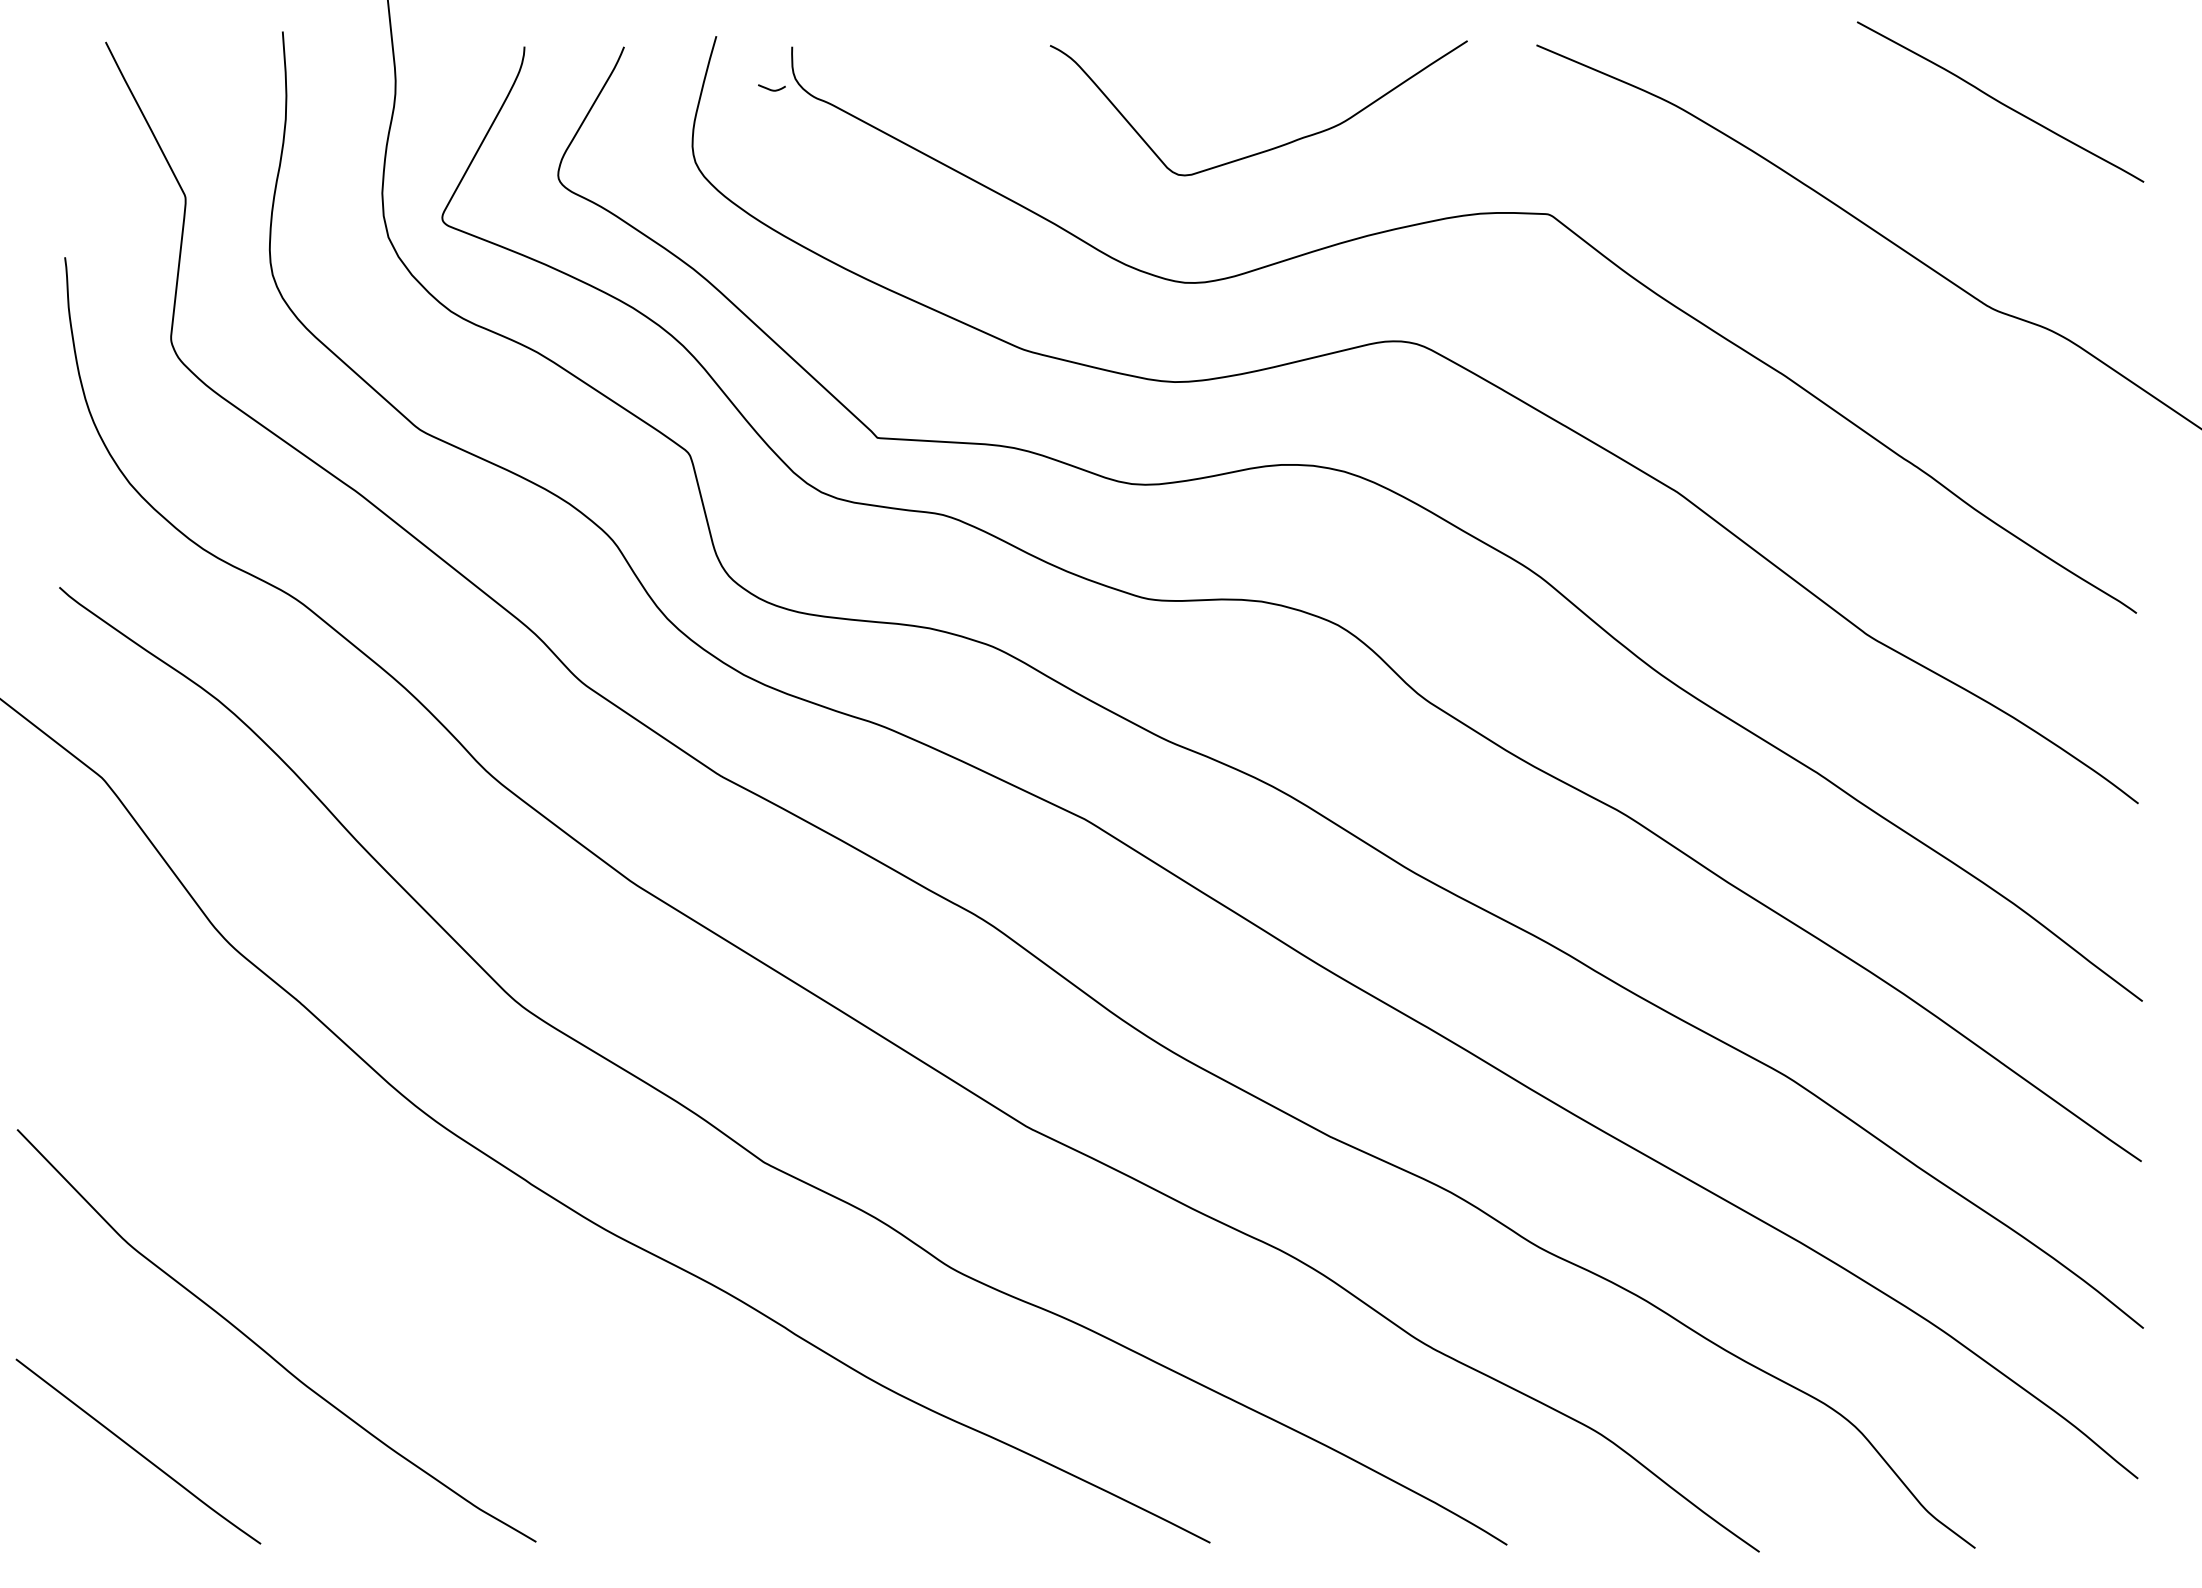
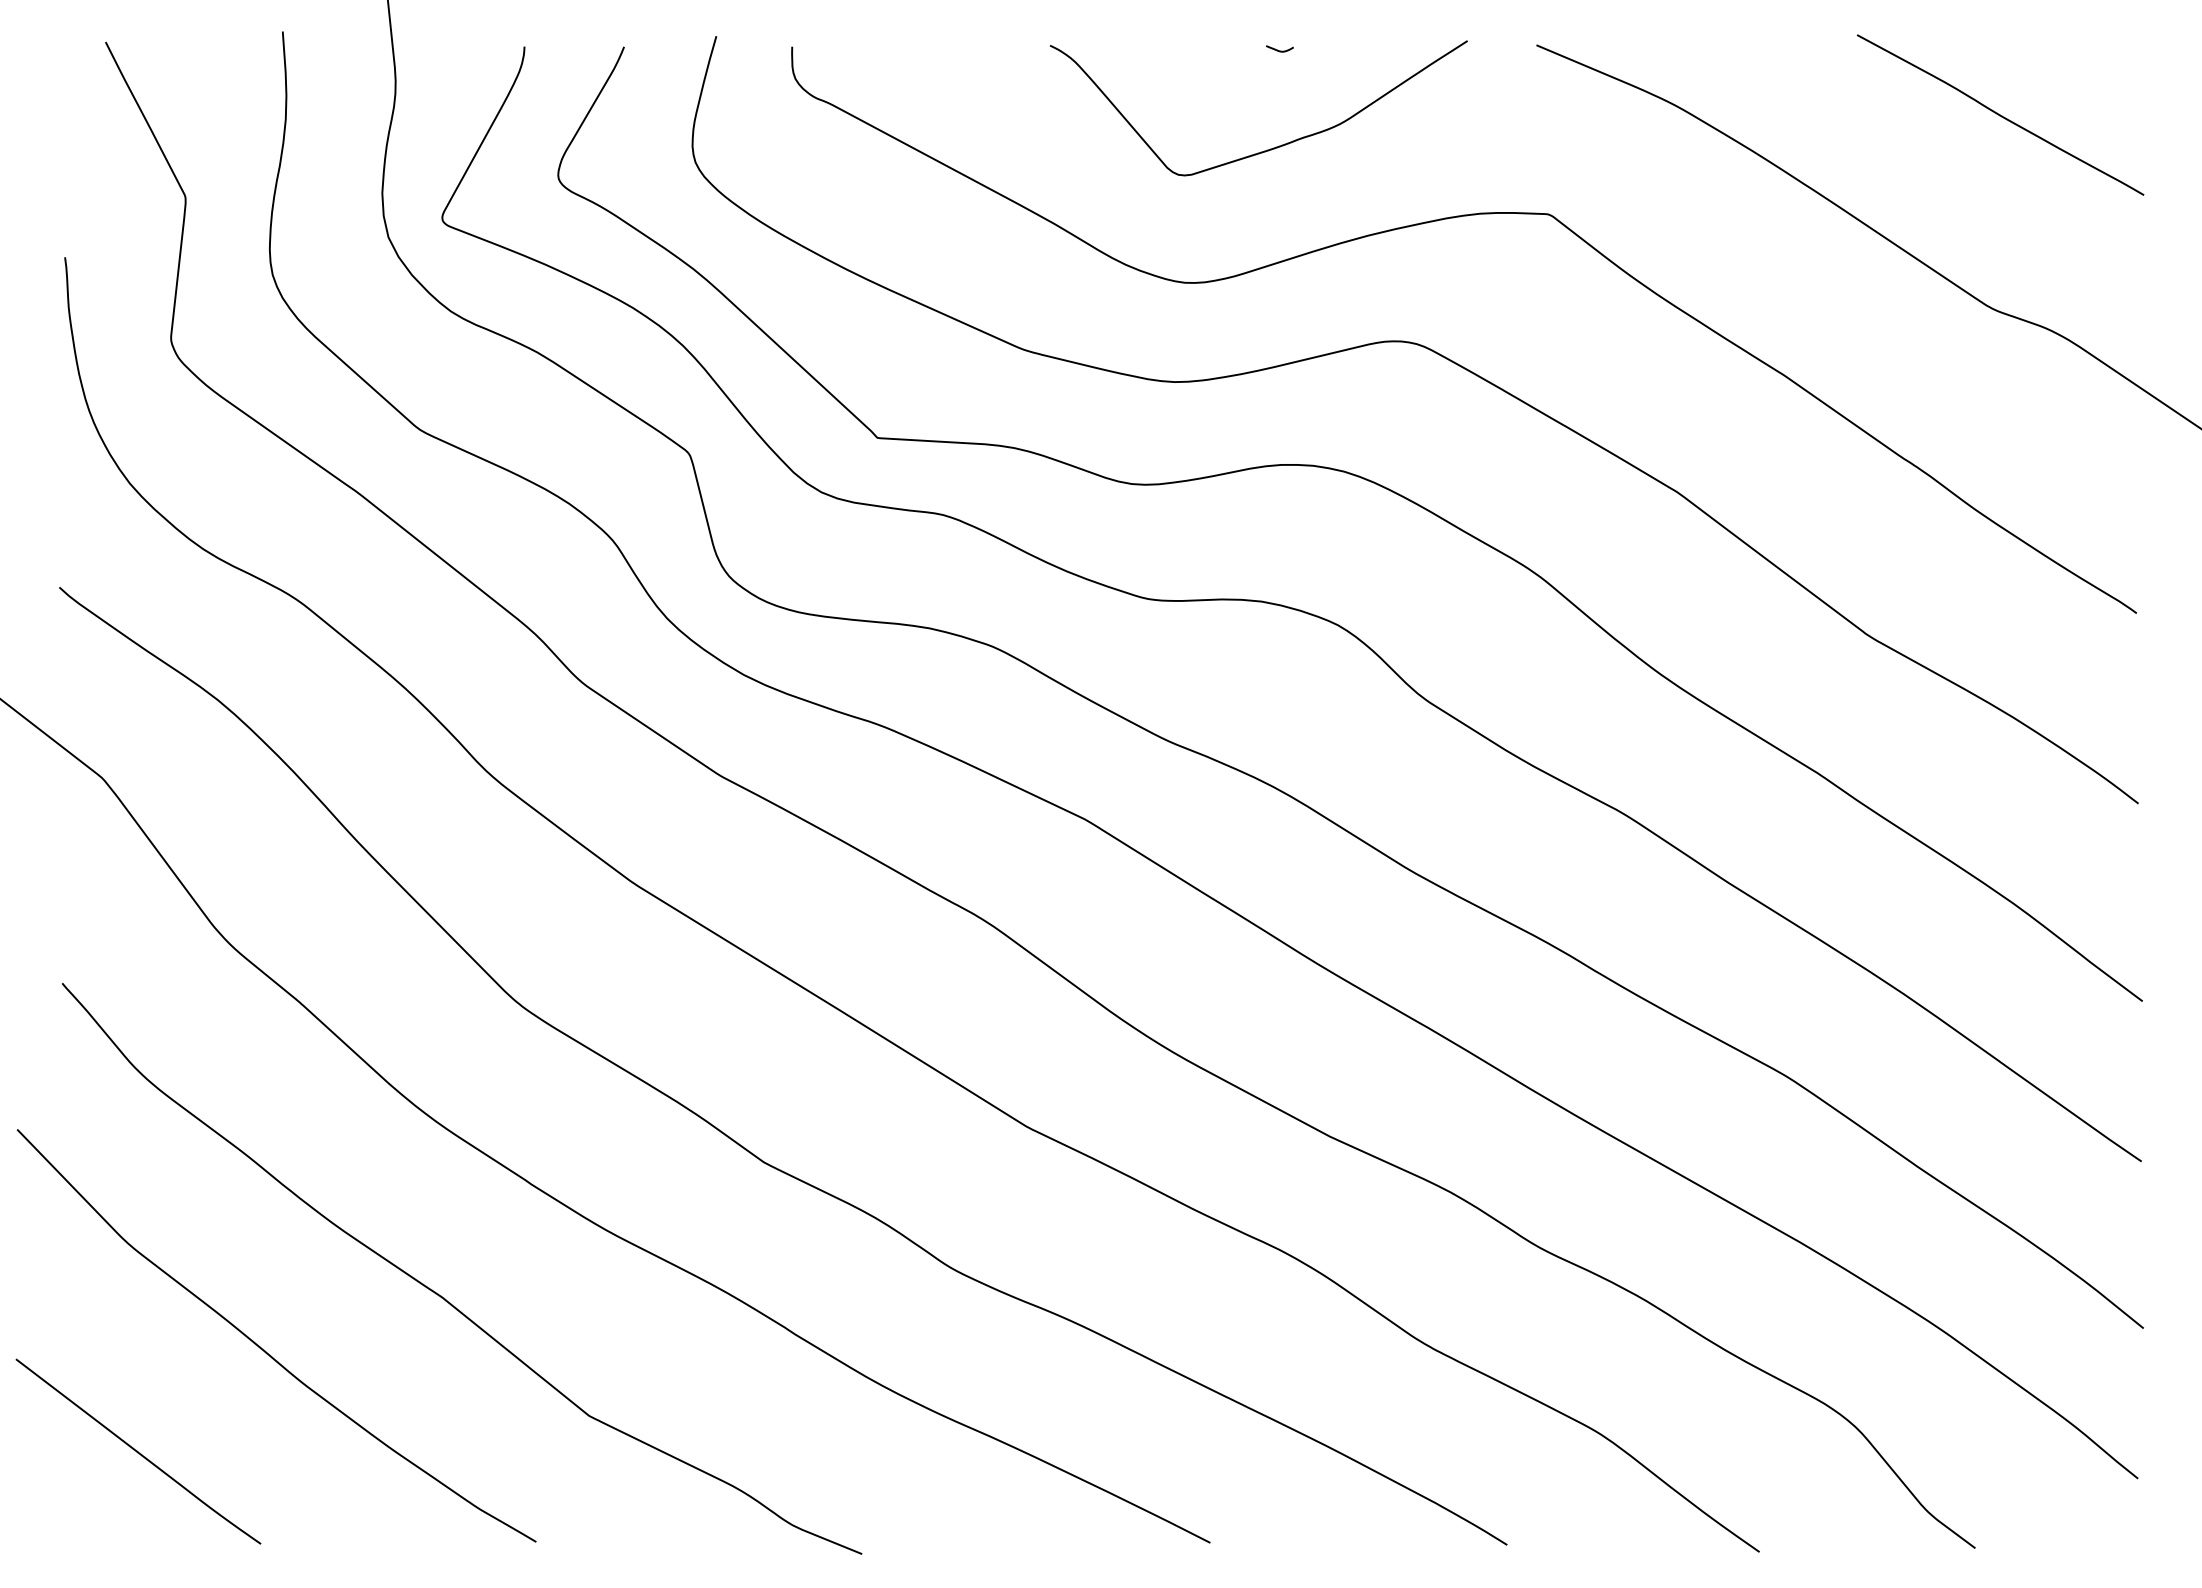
curve at (771, 89) position: (771, 89) -> (1279, 50)
curve at (2000, 101) position: (2000, 101) -> (2000, 114)
curve at (441, 1295): none -> present
